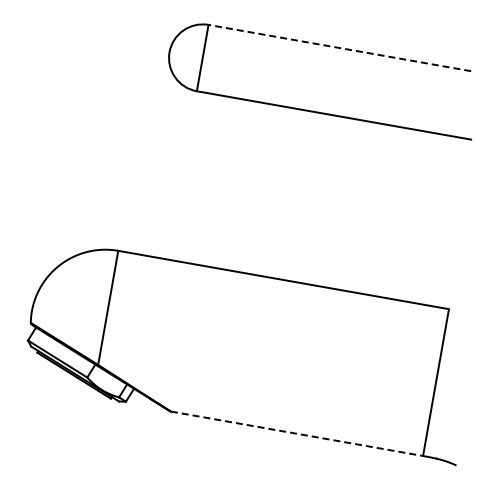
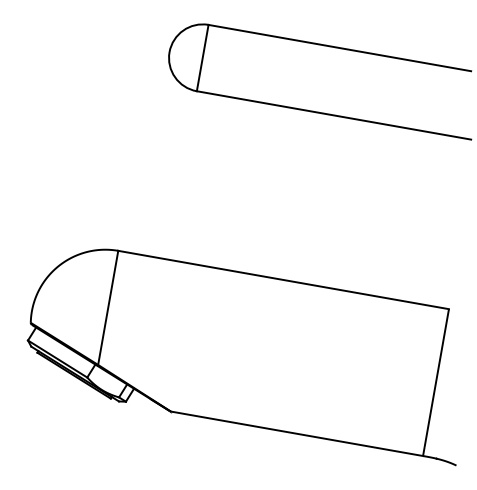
line at (339, 47): dashed -> solid
line at (297, 433): dashed -> solid
